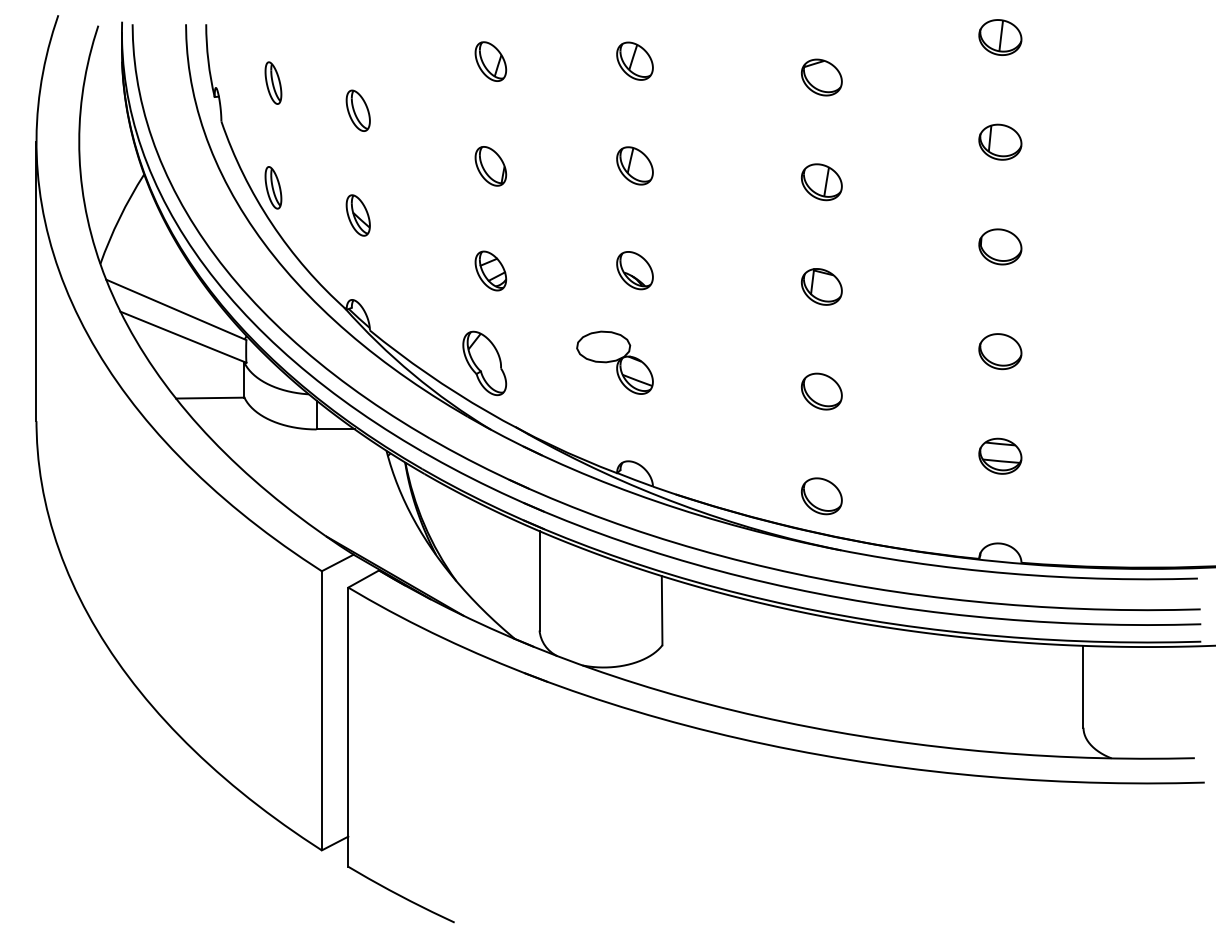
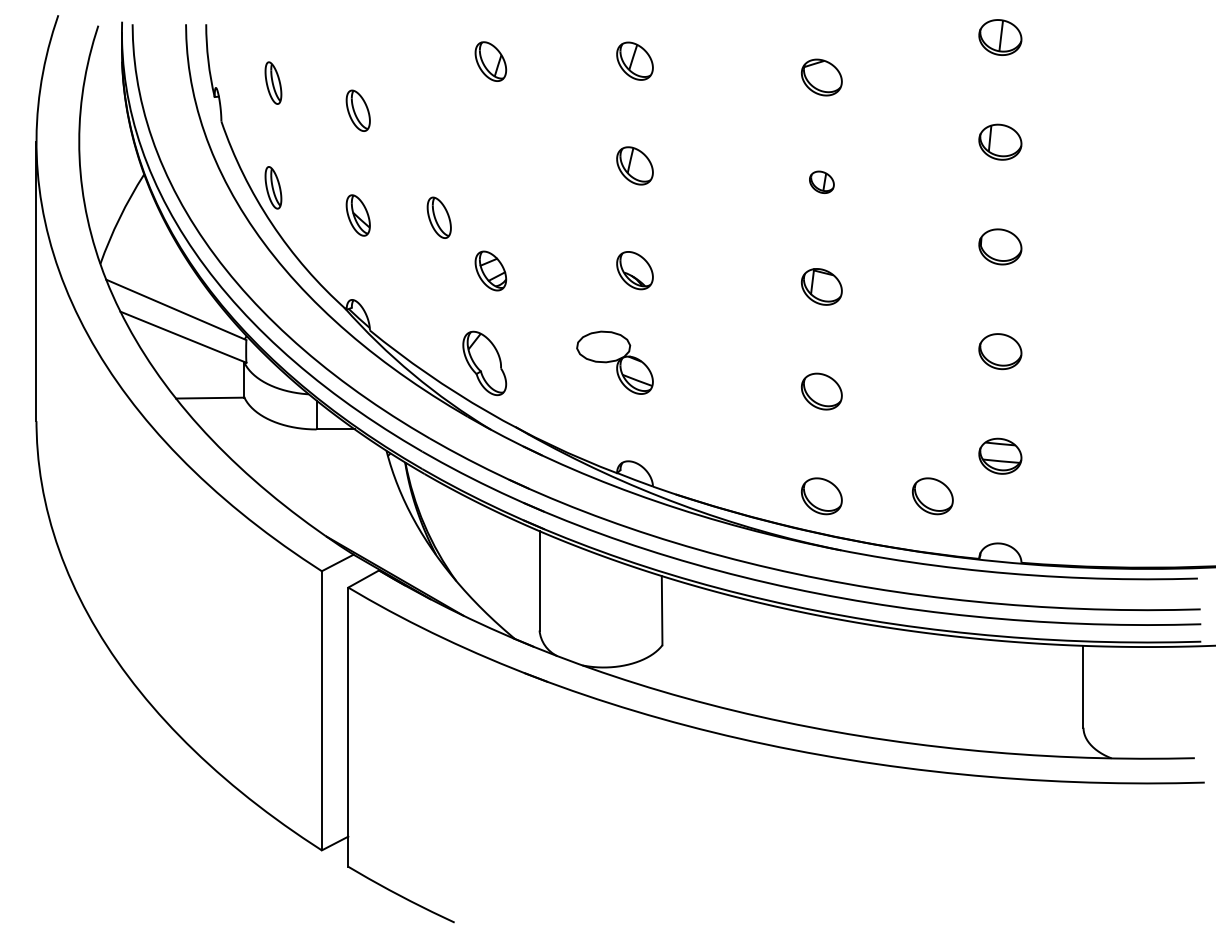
part at (490, 166): present -> none
part at (821, 182) size: 42x39 px -> 26x24 px
part at (438, 217): none -> present
part at (932, 496): none -> present
